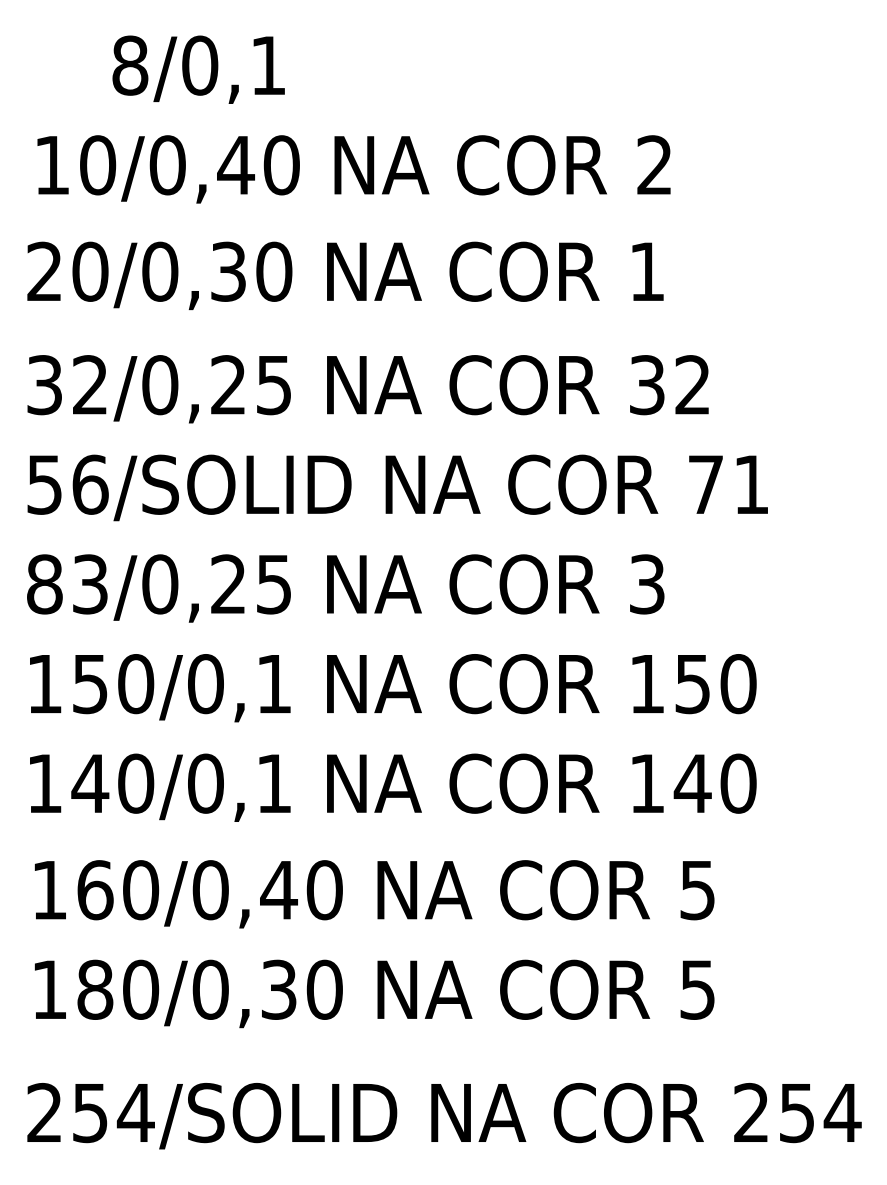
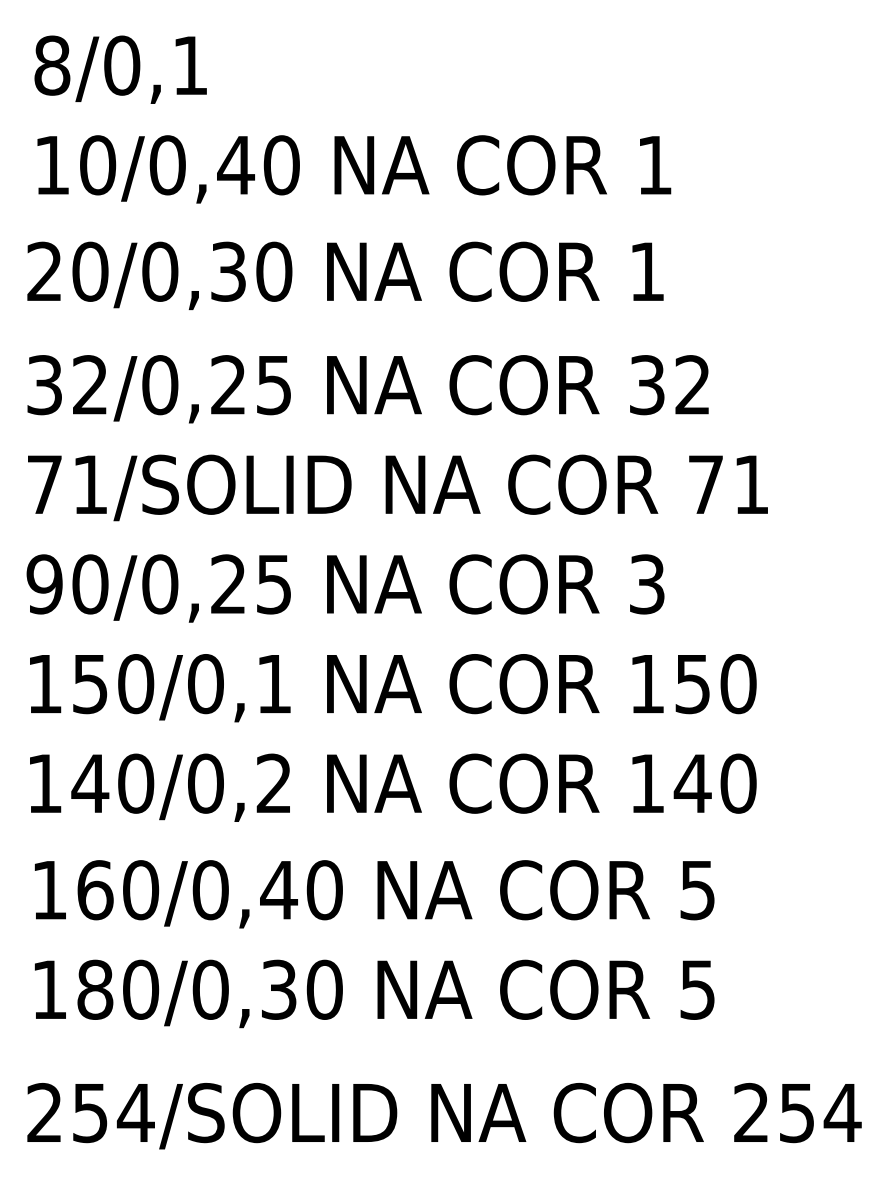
text at (198, 69) position: (198, 69) -> (120, 69)
text at (654, 164): 2 -> 1
text at (67, 484): 56/SOLID -> 71/SOLID
text at (67, 584): 83/0,25 -> 90/0,25
text at (273, 782): 140/0,1 -> 140/0,2
